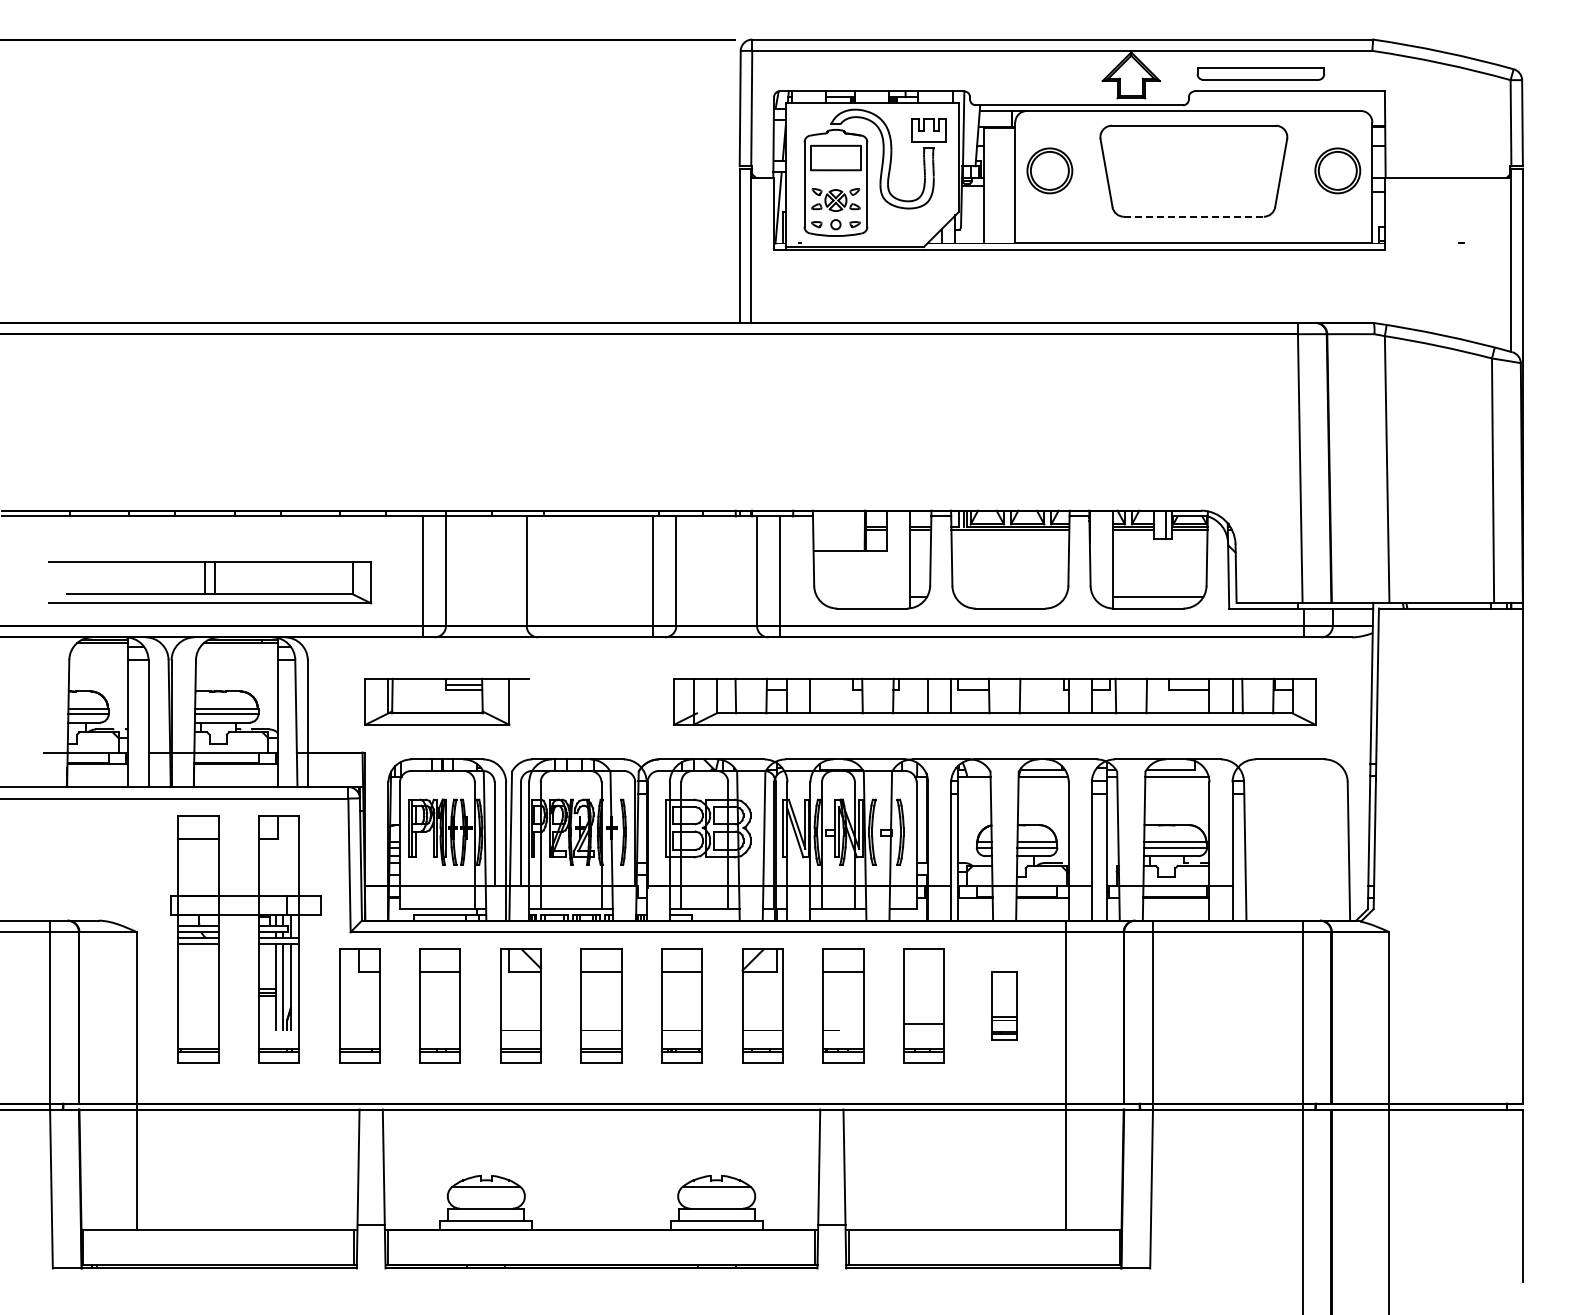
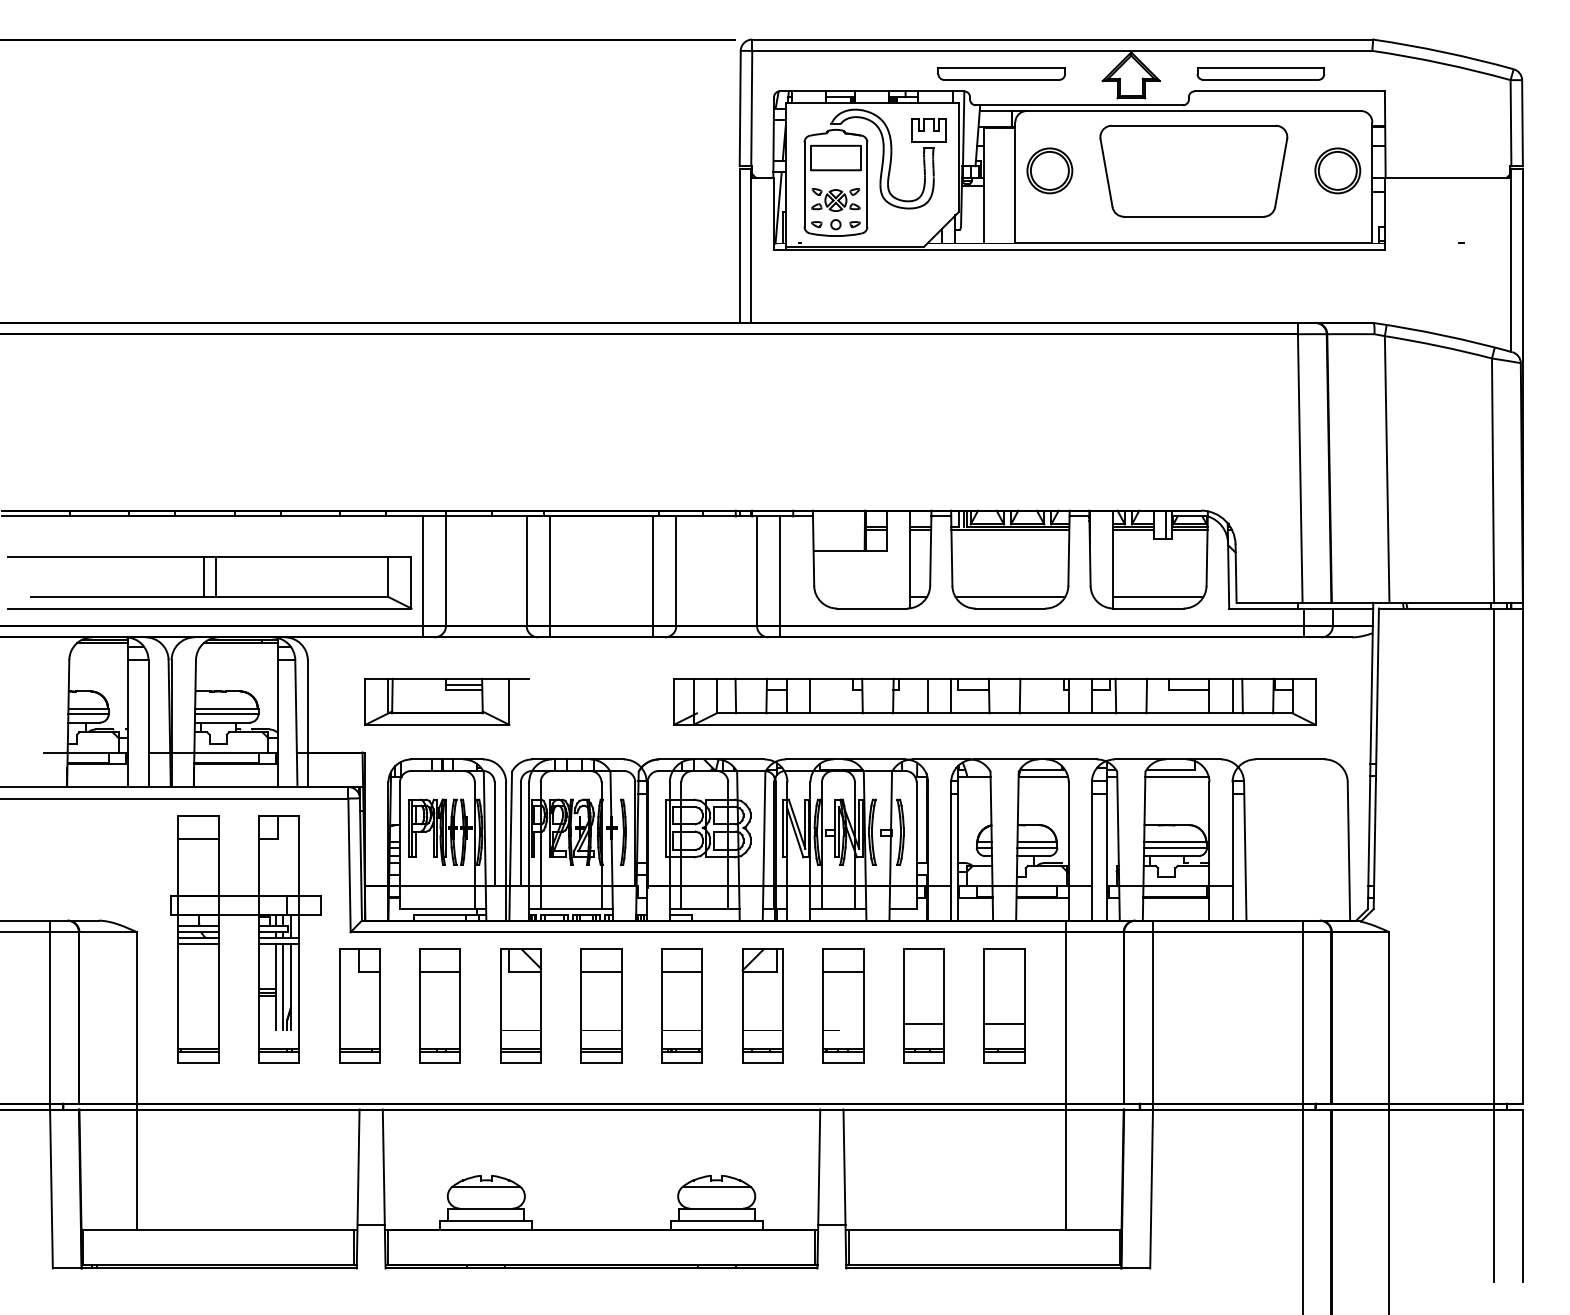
part at (1001, 73): none -> present
line at (1193, 216): dashed -> solid
line at (549, 576): none -> present
part at (210, 582) size: 325x44 px -> 406x54 px
line at (1010, 597): none -> present
line at (1494, 945): none -> present
part at (1004, 1005) size: 27x70 px -> 43x116 px
